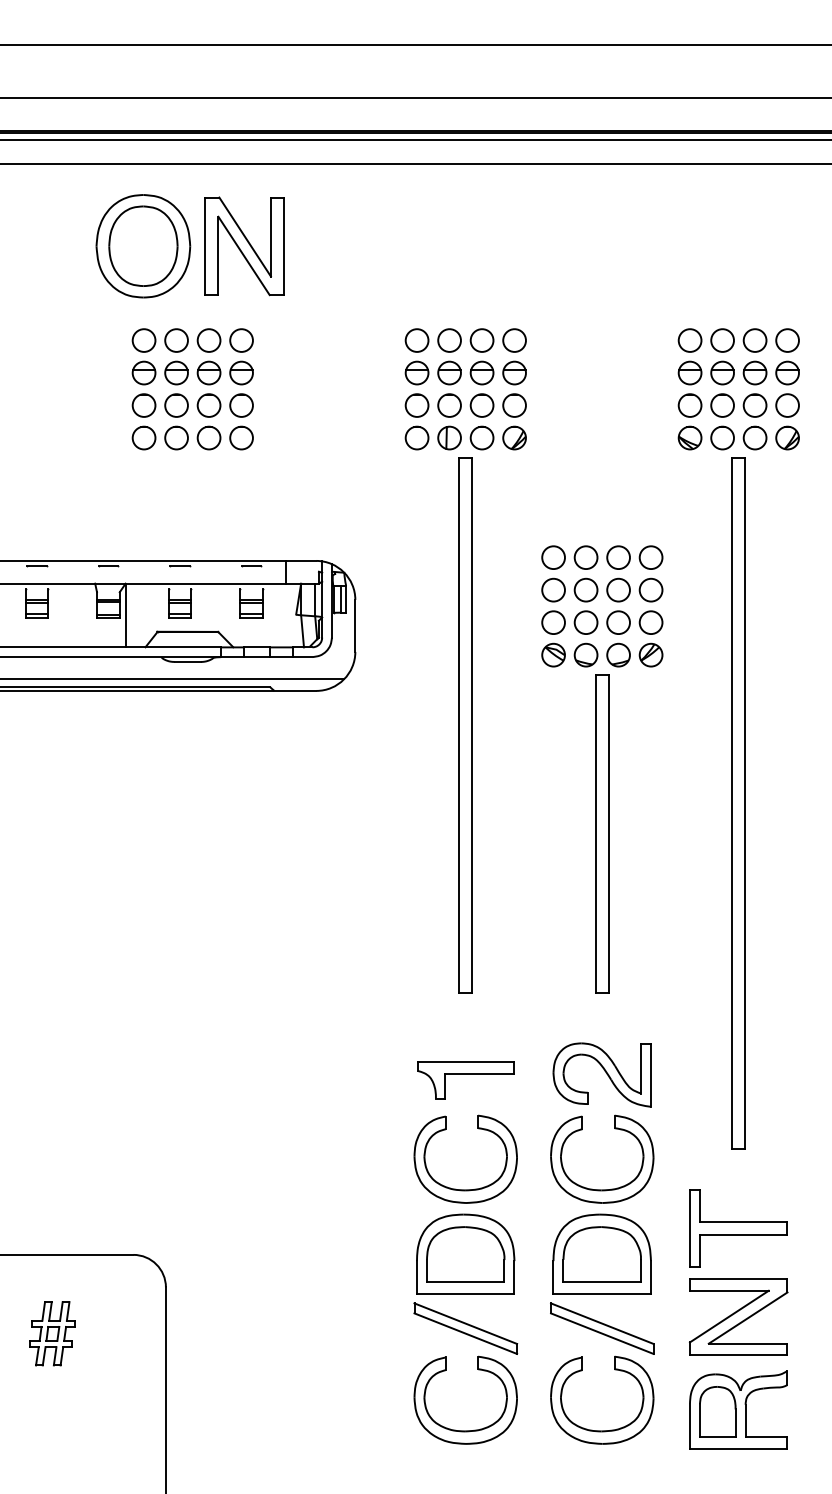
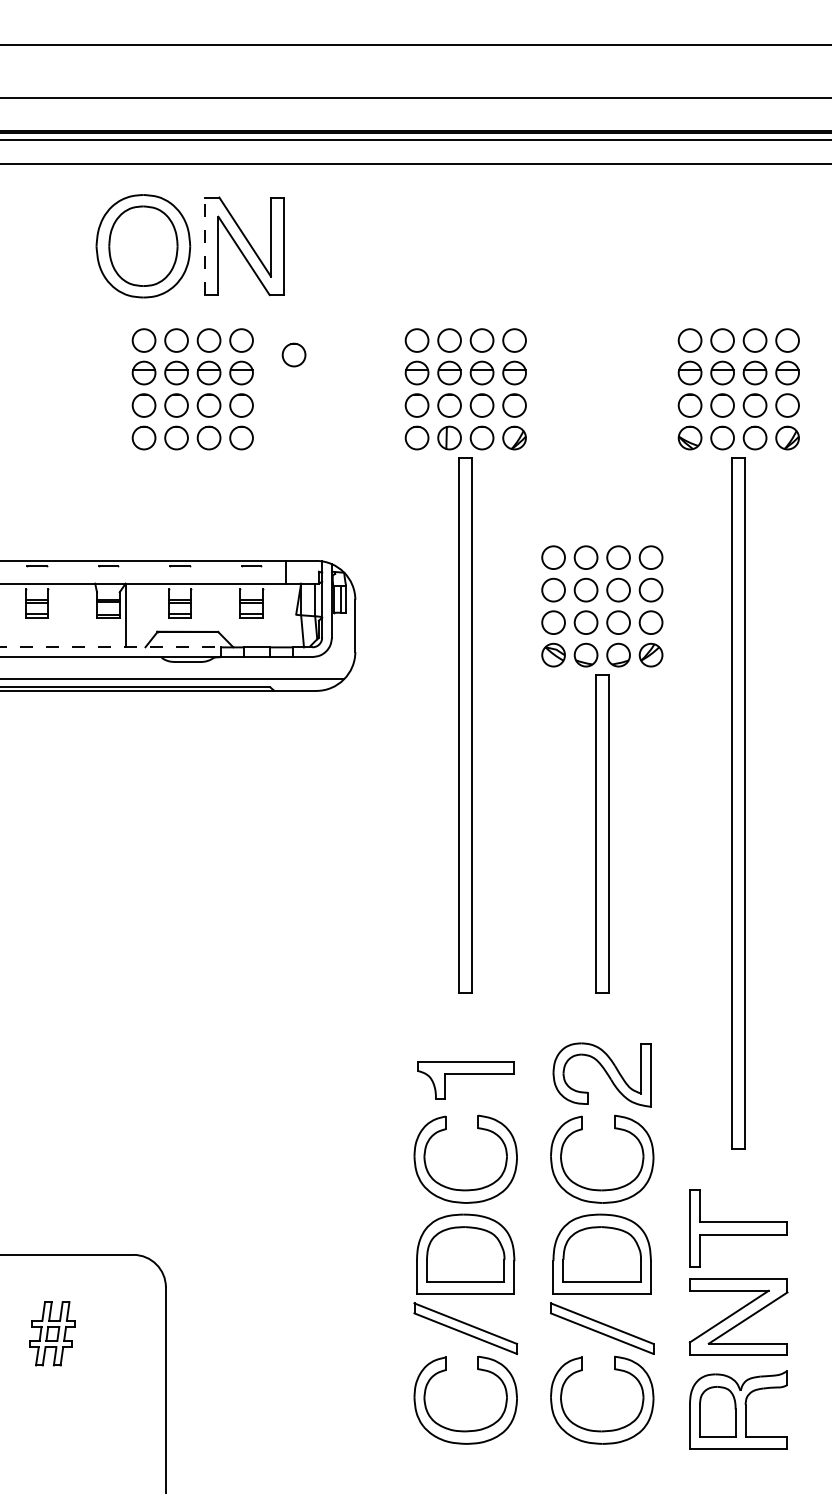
line at (205, 246): solid -> dashed
part at (293, 354): none -> present
line at (111, 647): solid -> dashed
